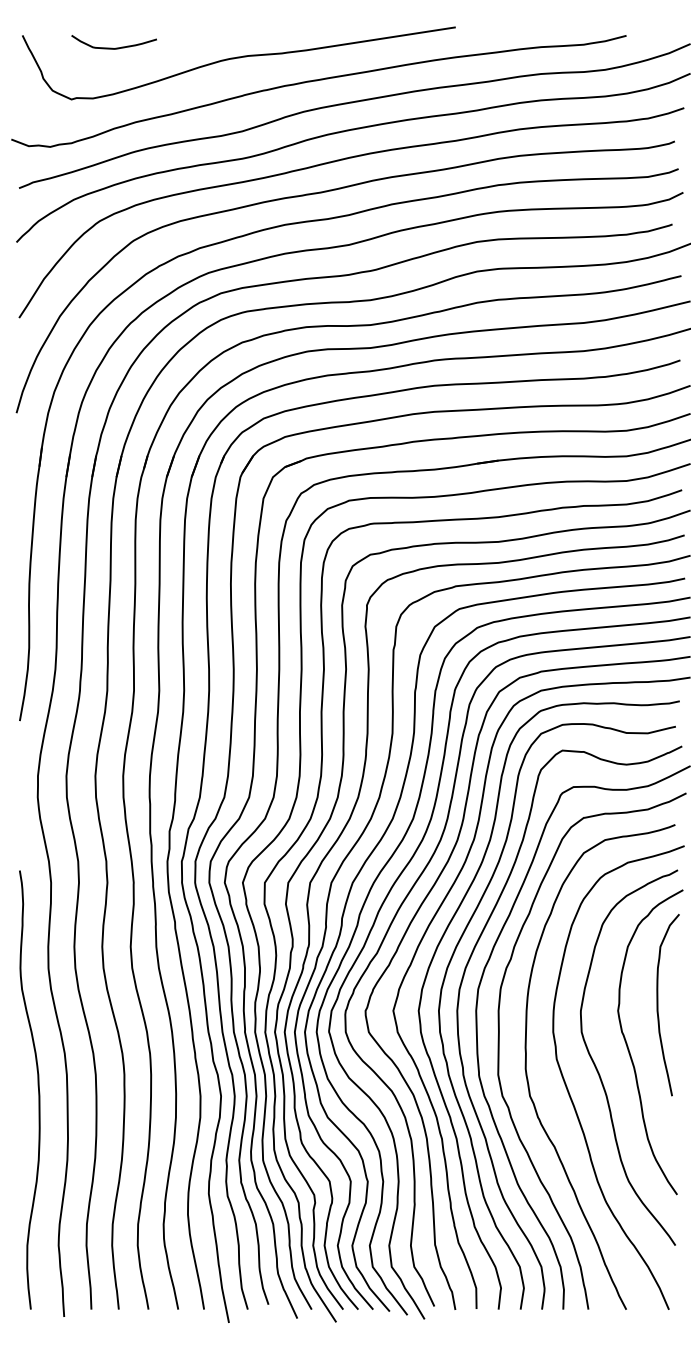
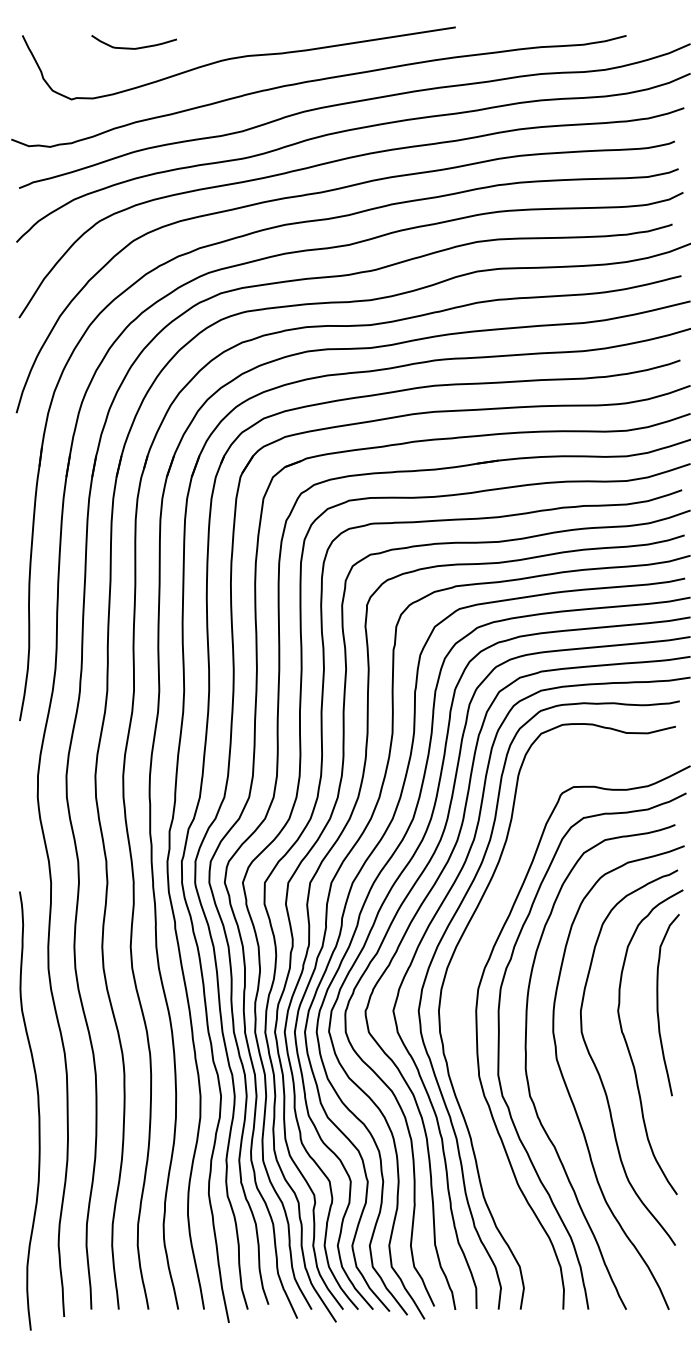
curve at (112, 47) position: (112, 47) -> (132, 47)
curve at (459, 1035): present -> none
curve at (37, 1086) position: (37, 1086) -> (37, 1107)
